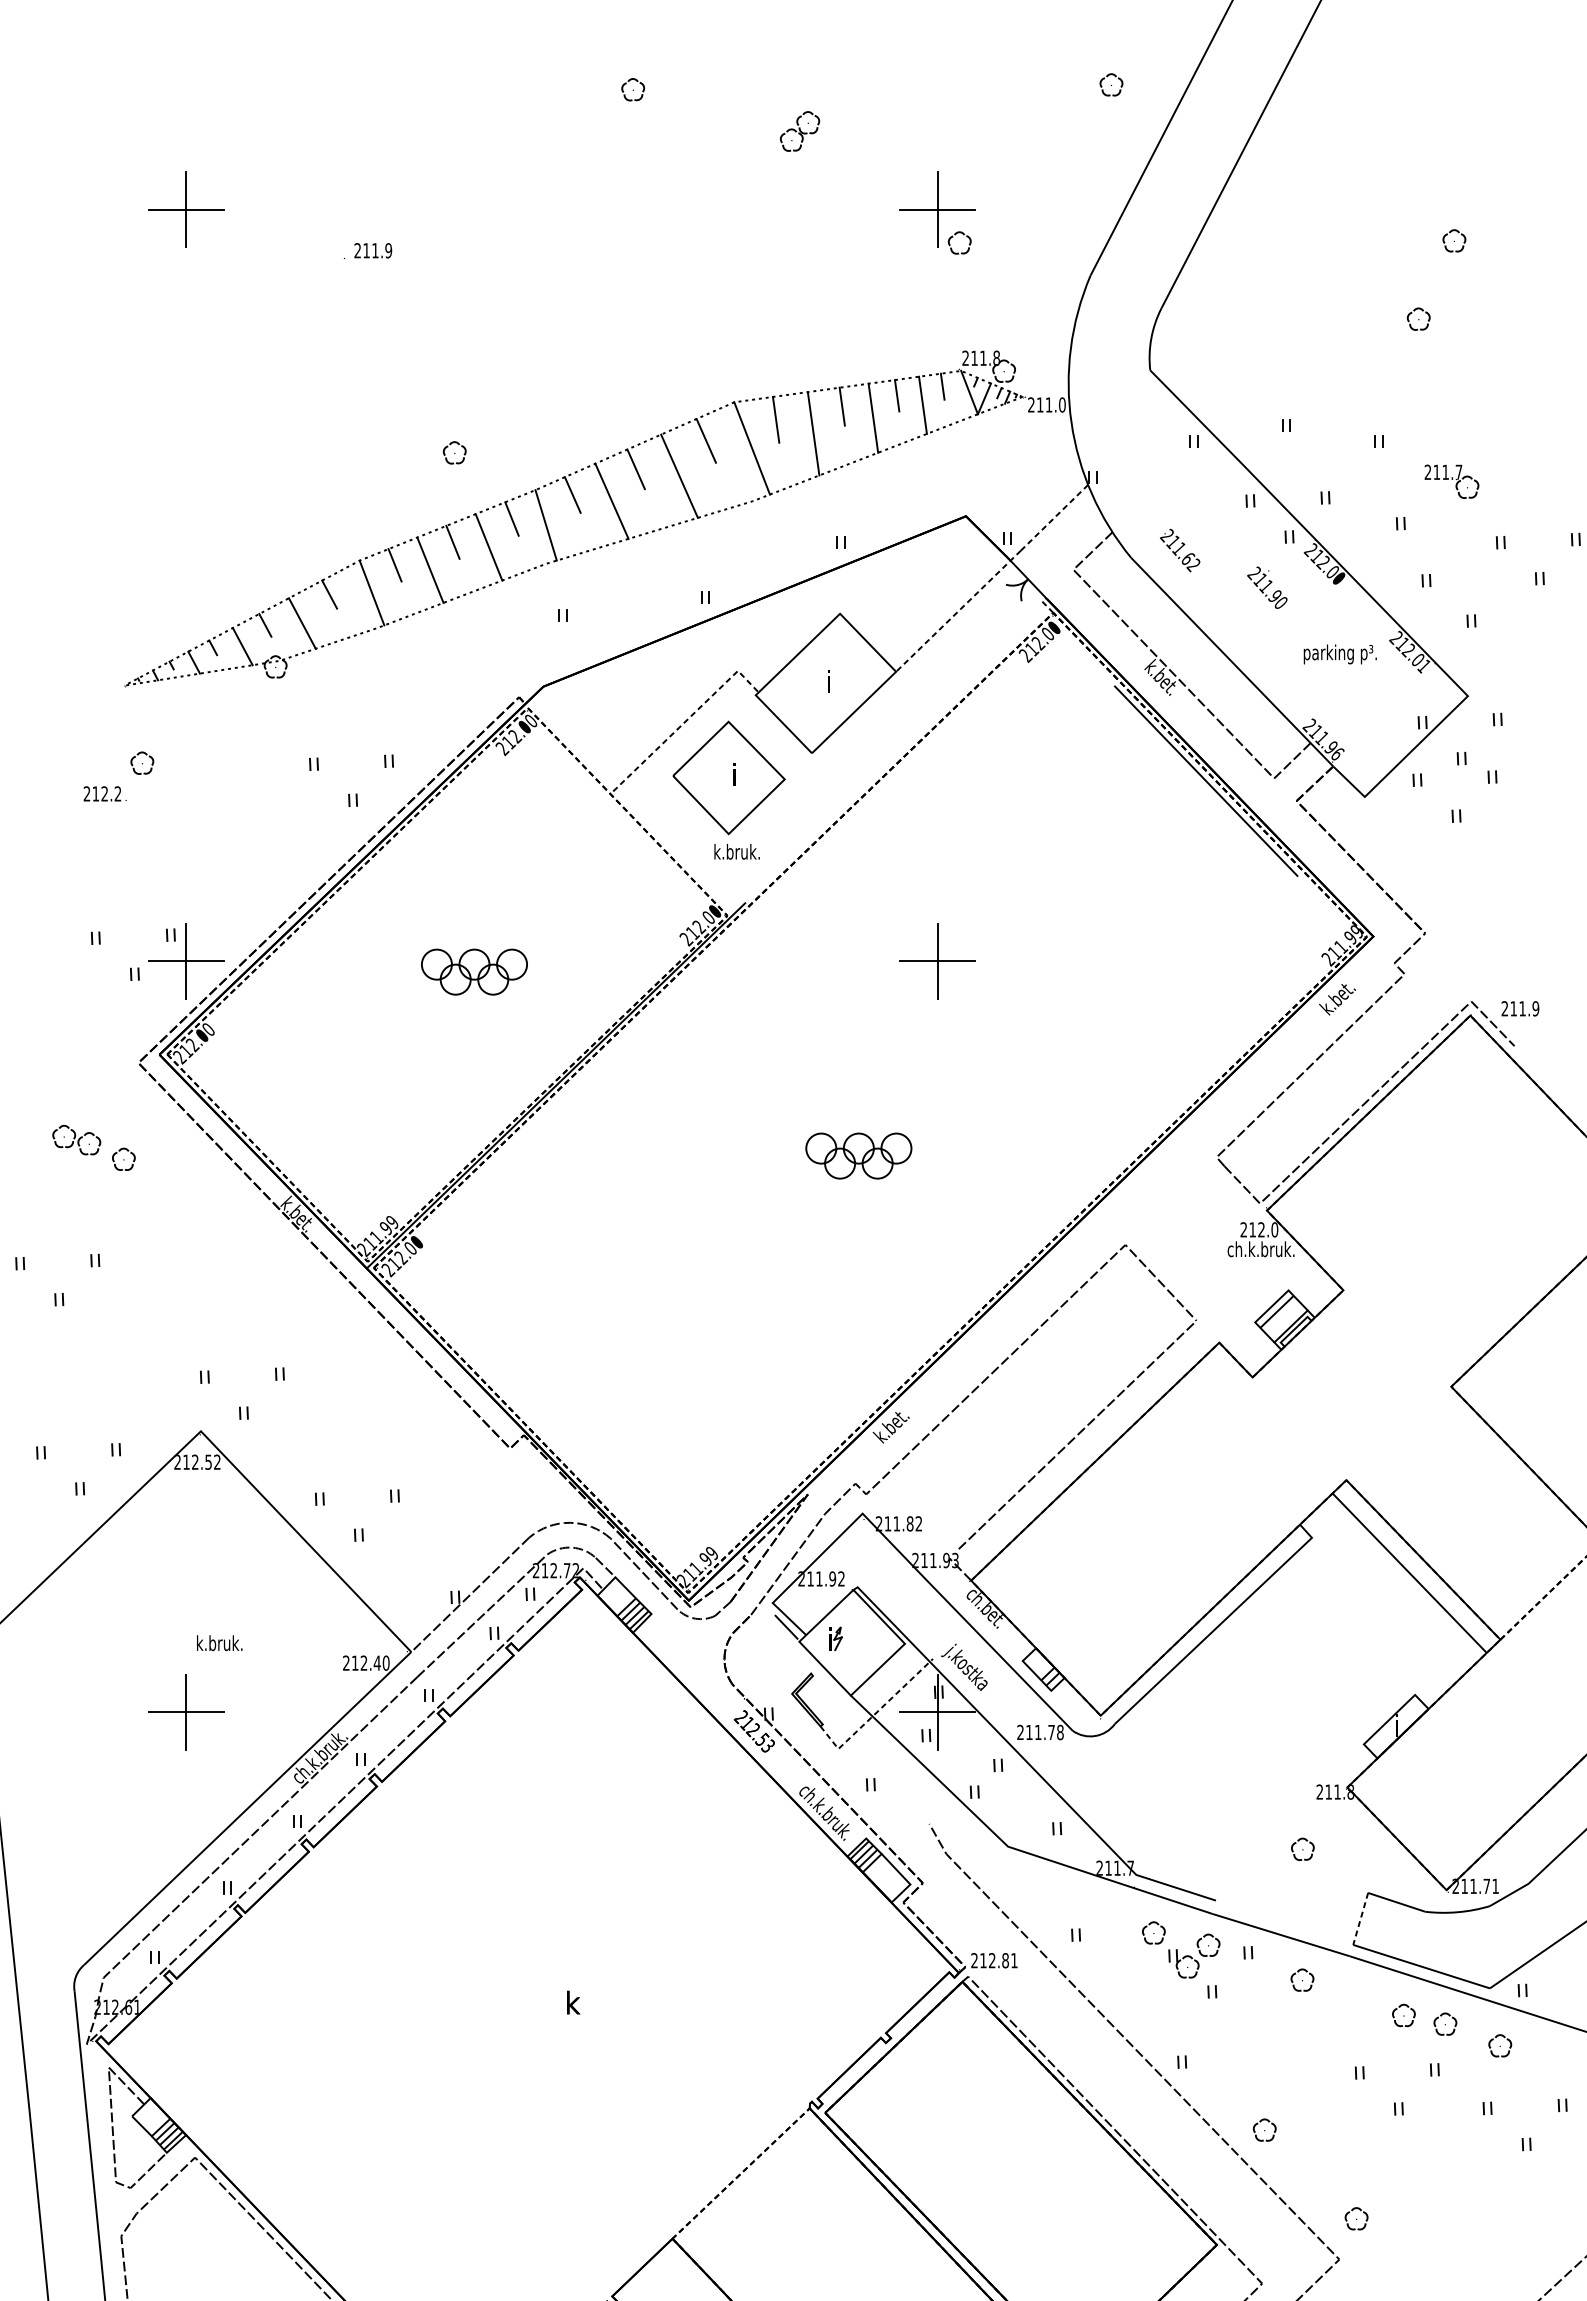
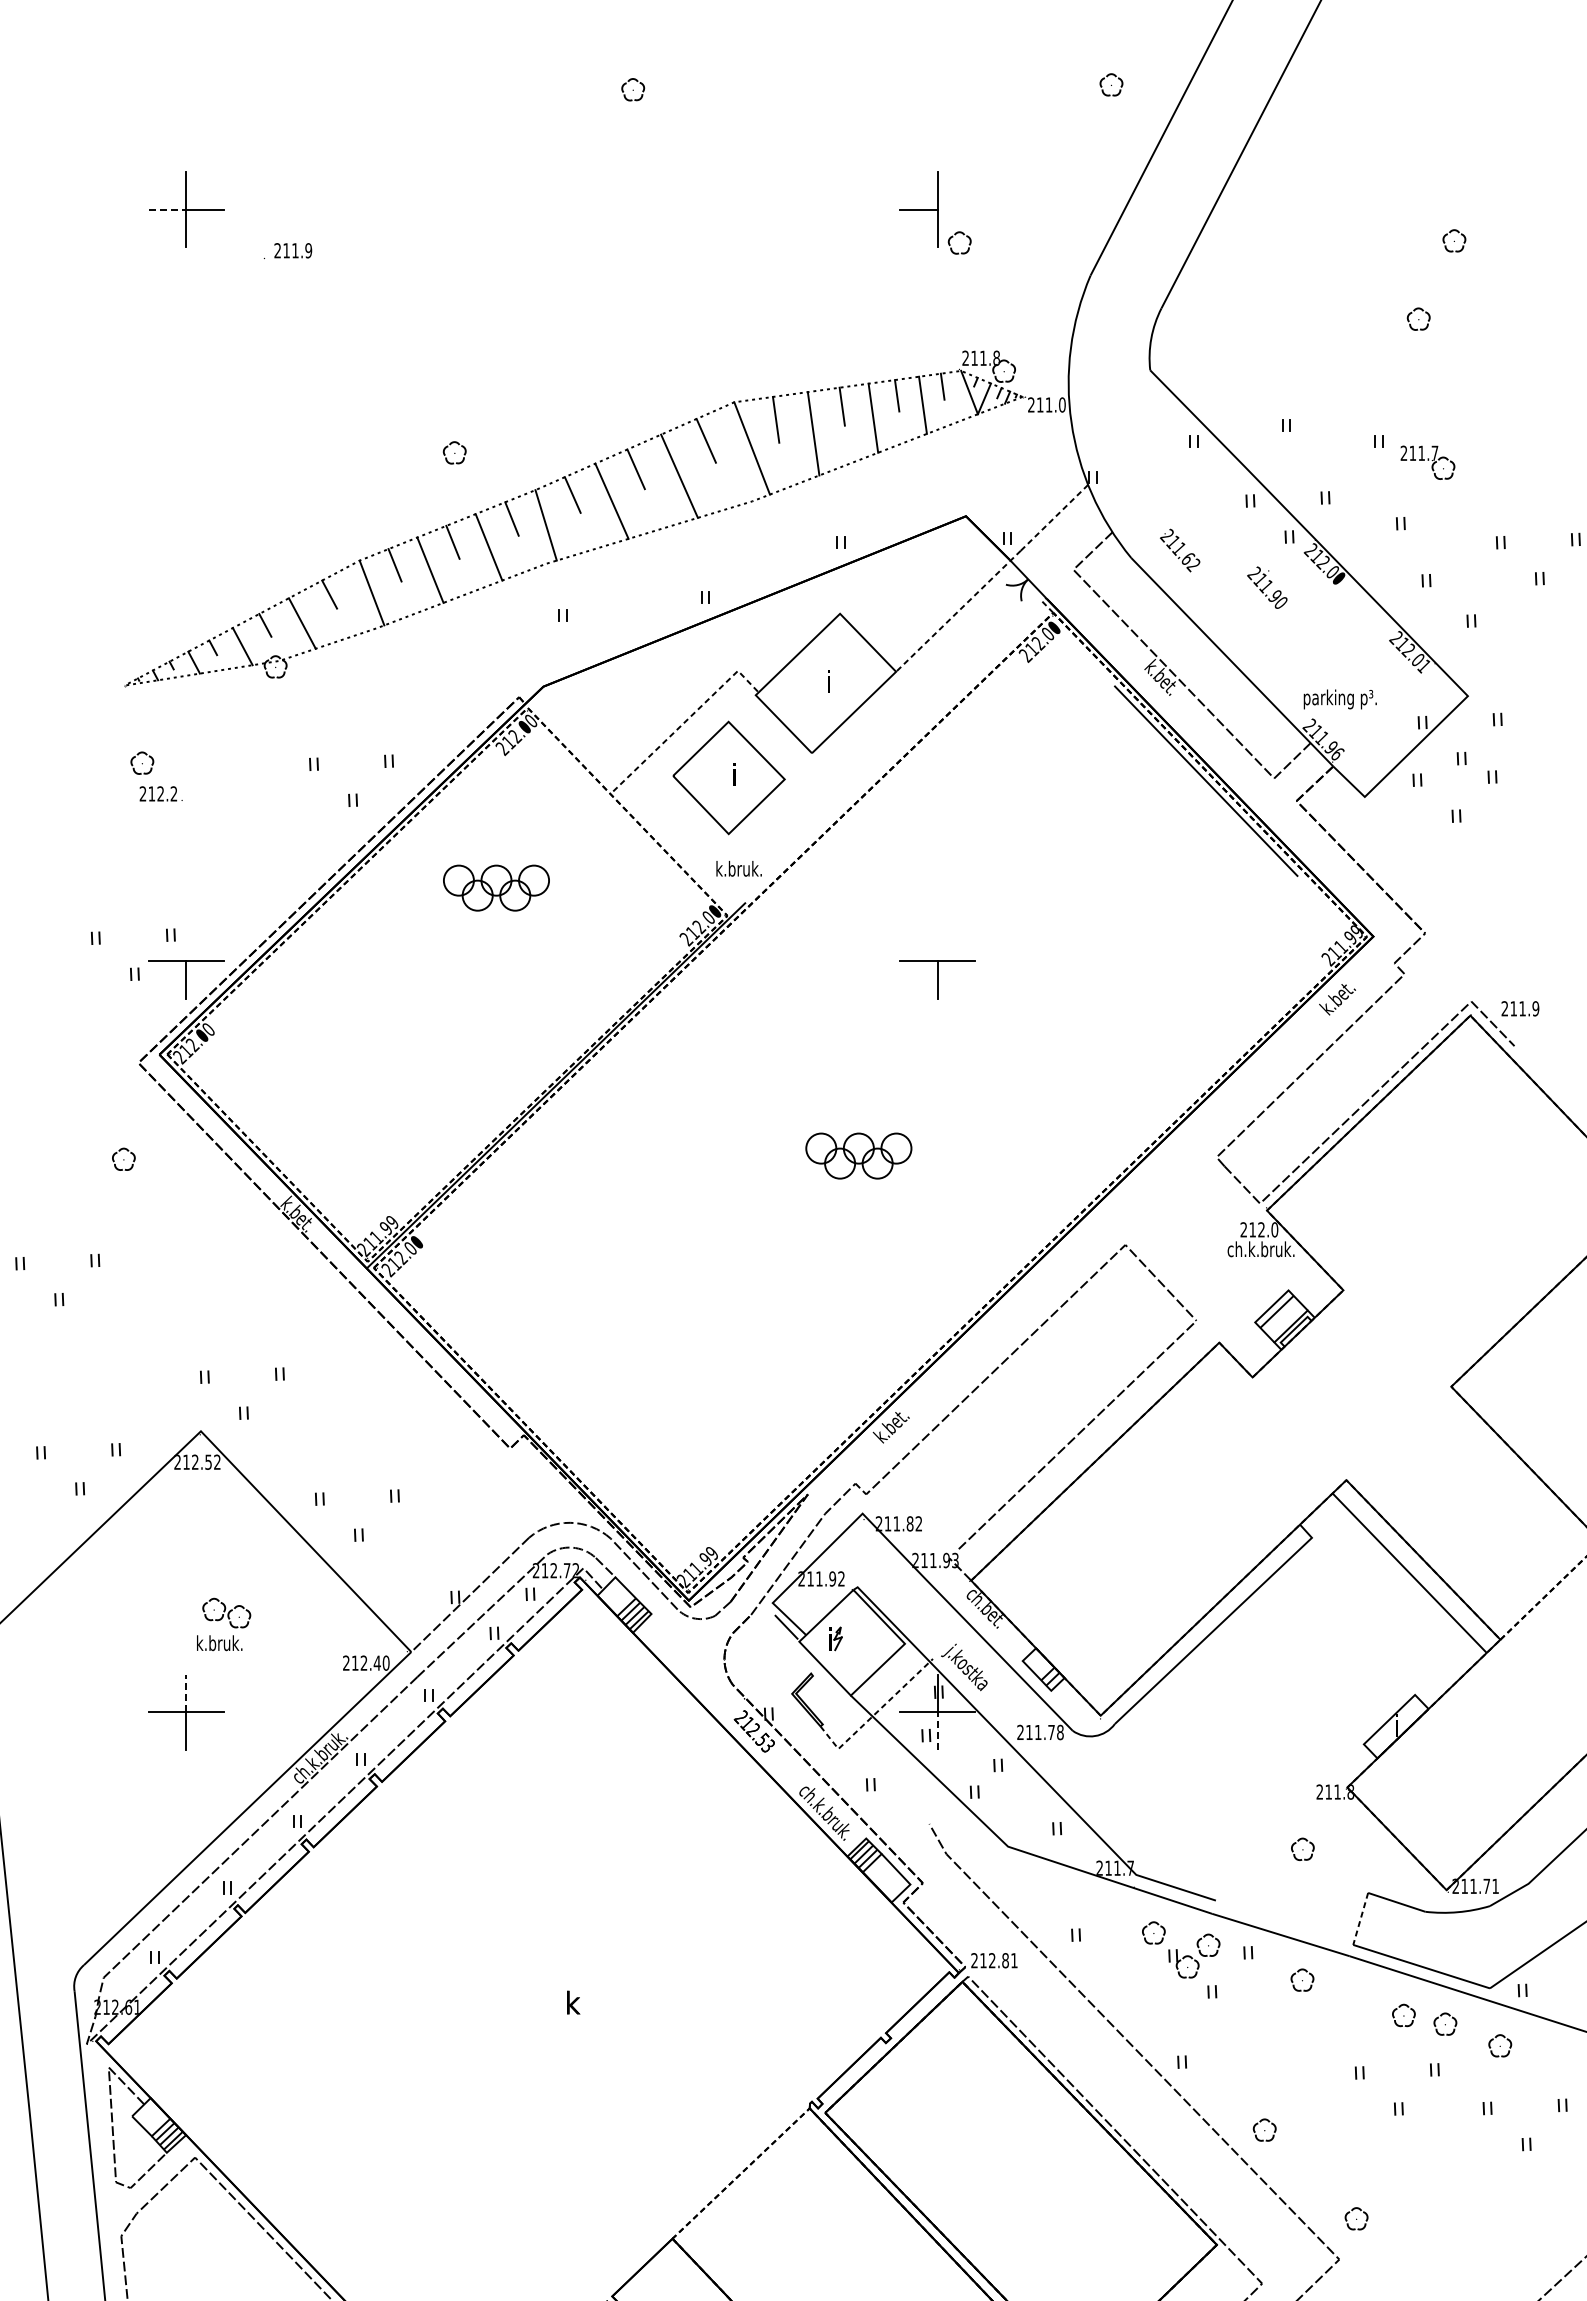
part at (800, 131): present -> none
line at (167, 209): solid -> dashed
line at (956, 209): present -> none
text at (368, 250) position: (368, 250) -> (288, 250)
part at (1451, 481) position: (1451, 481) -> (1427, 462)
text at (1339, 654) position: (1339, 654) -> (1339, 699)
text at (104, 793) position: (104, 793) -> (160, 793)
text at (736, 851) position: (736, 851) -> (738, 868)
line at (186, 942): present -> none
line at (937, 942): present -> none
part at (474, 971) position: (474, 971) -> (496, 887)
part at (76, 1139) position: (76, 1139) -> (226, 1612)
line at (186, 1693): solid -> dashed
line at (937, 1731): solid -> dashed
